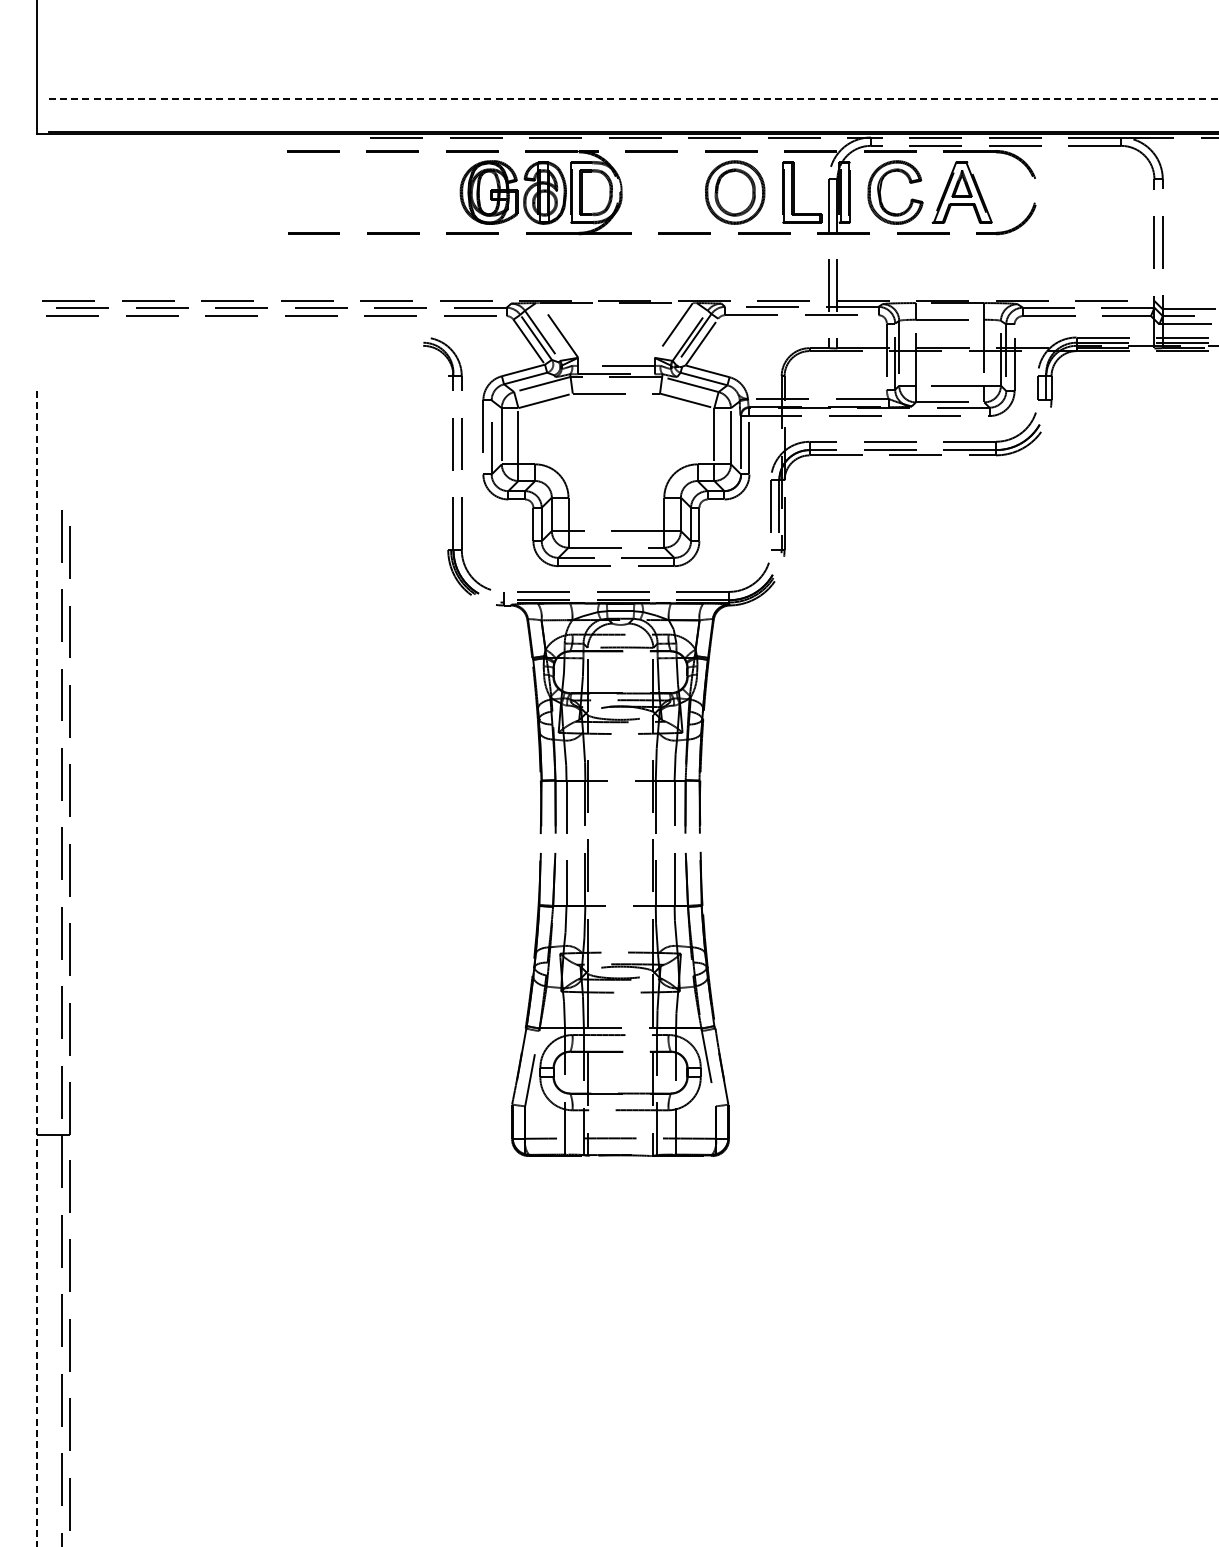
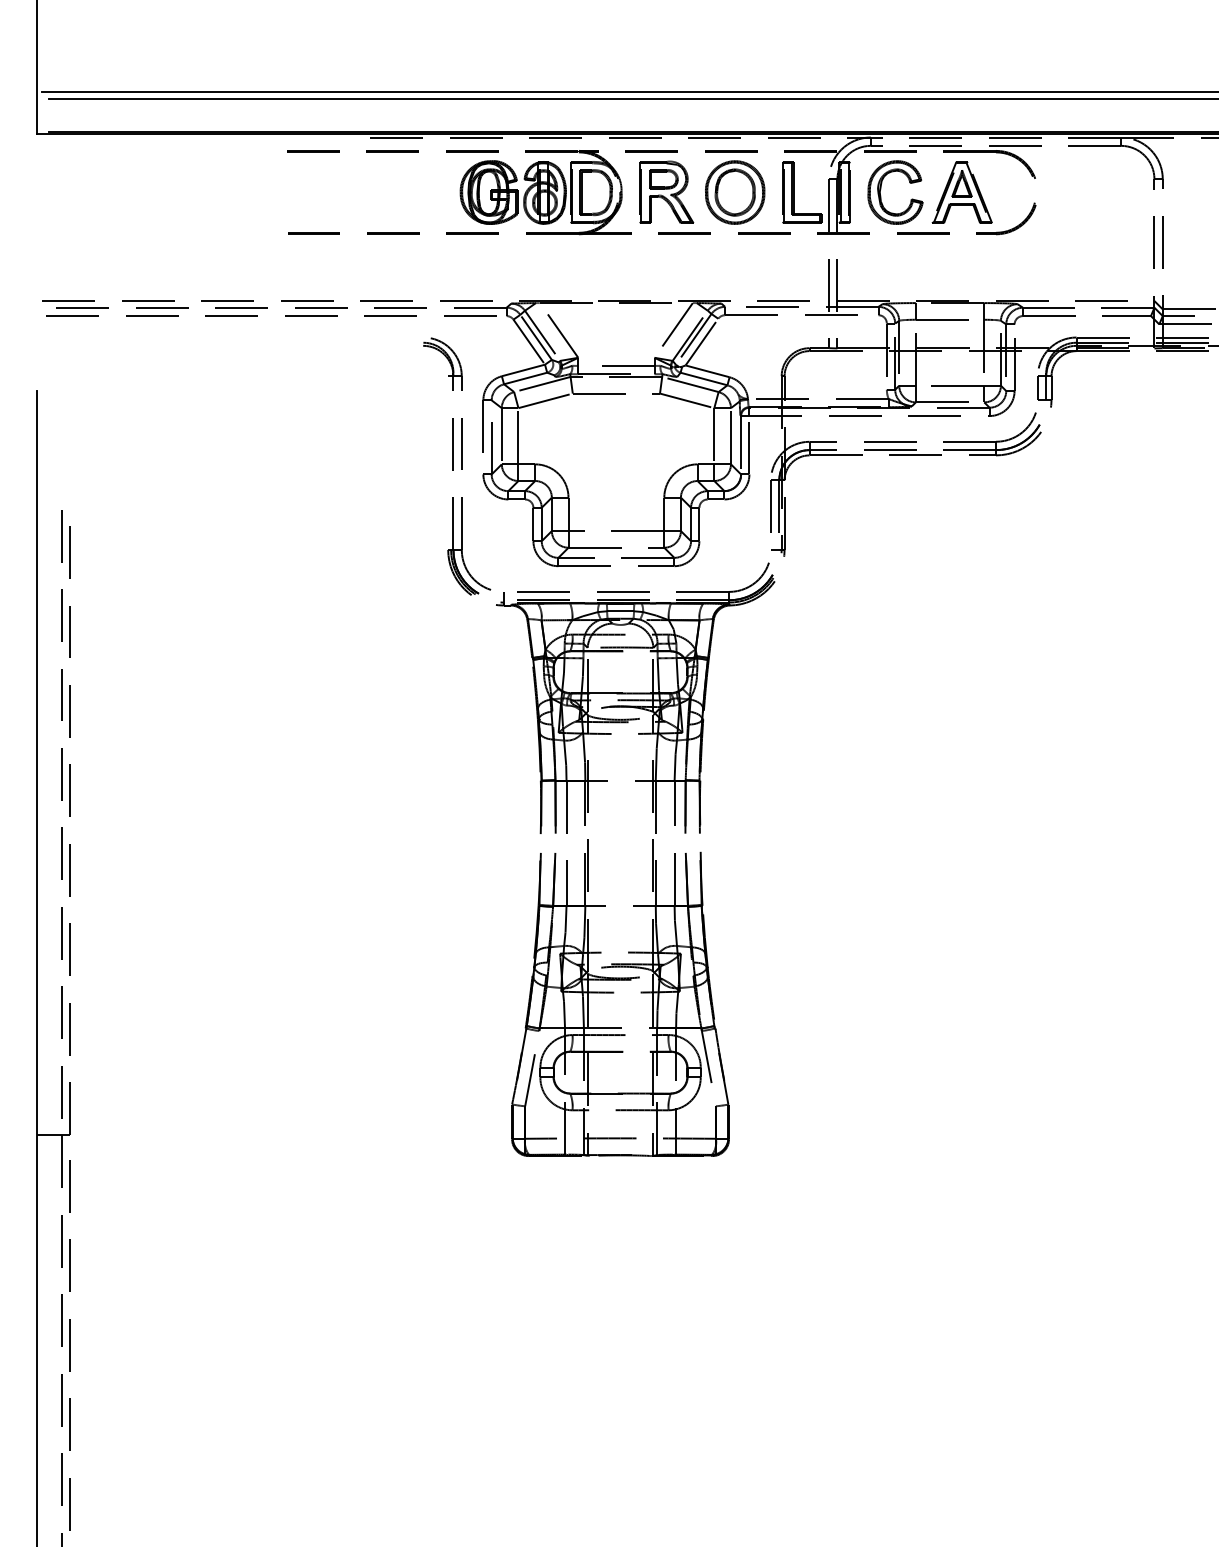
line at (628, 92): none -> present
line at (633, 99): dashed -> solid
part at (666, 191): none -> present
line at (36, 968): dashed -> solid
